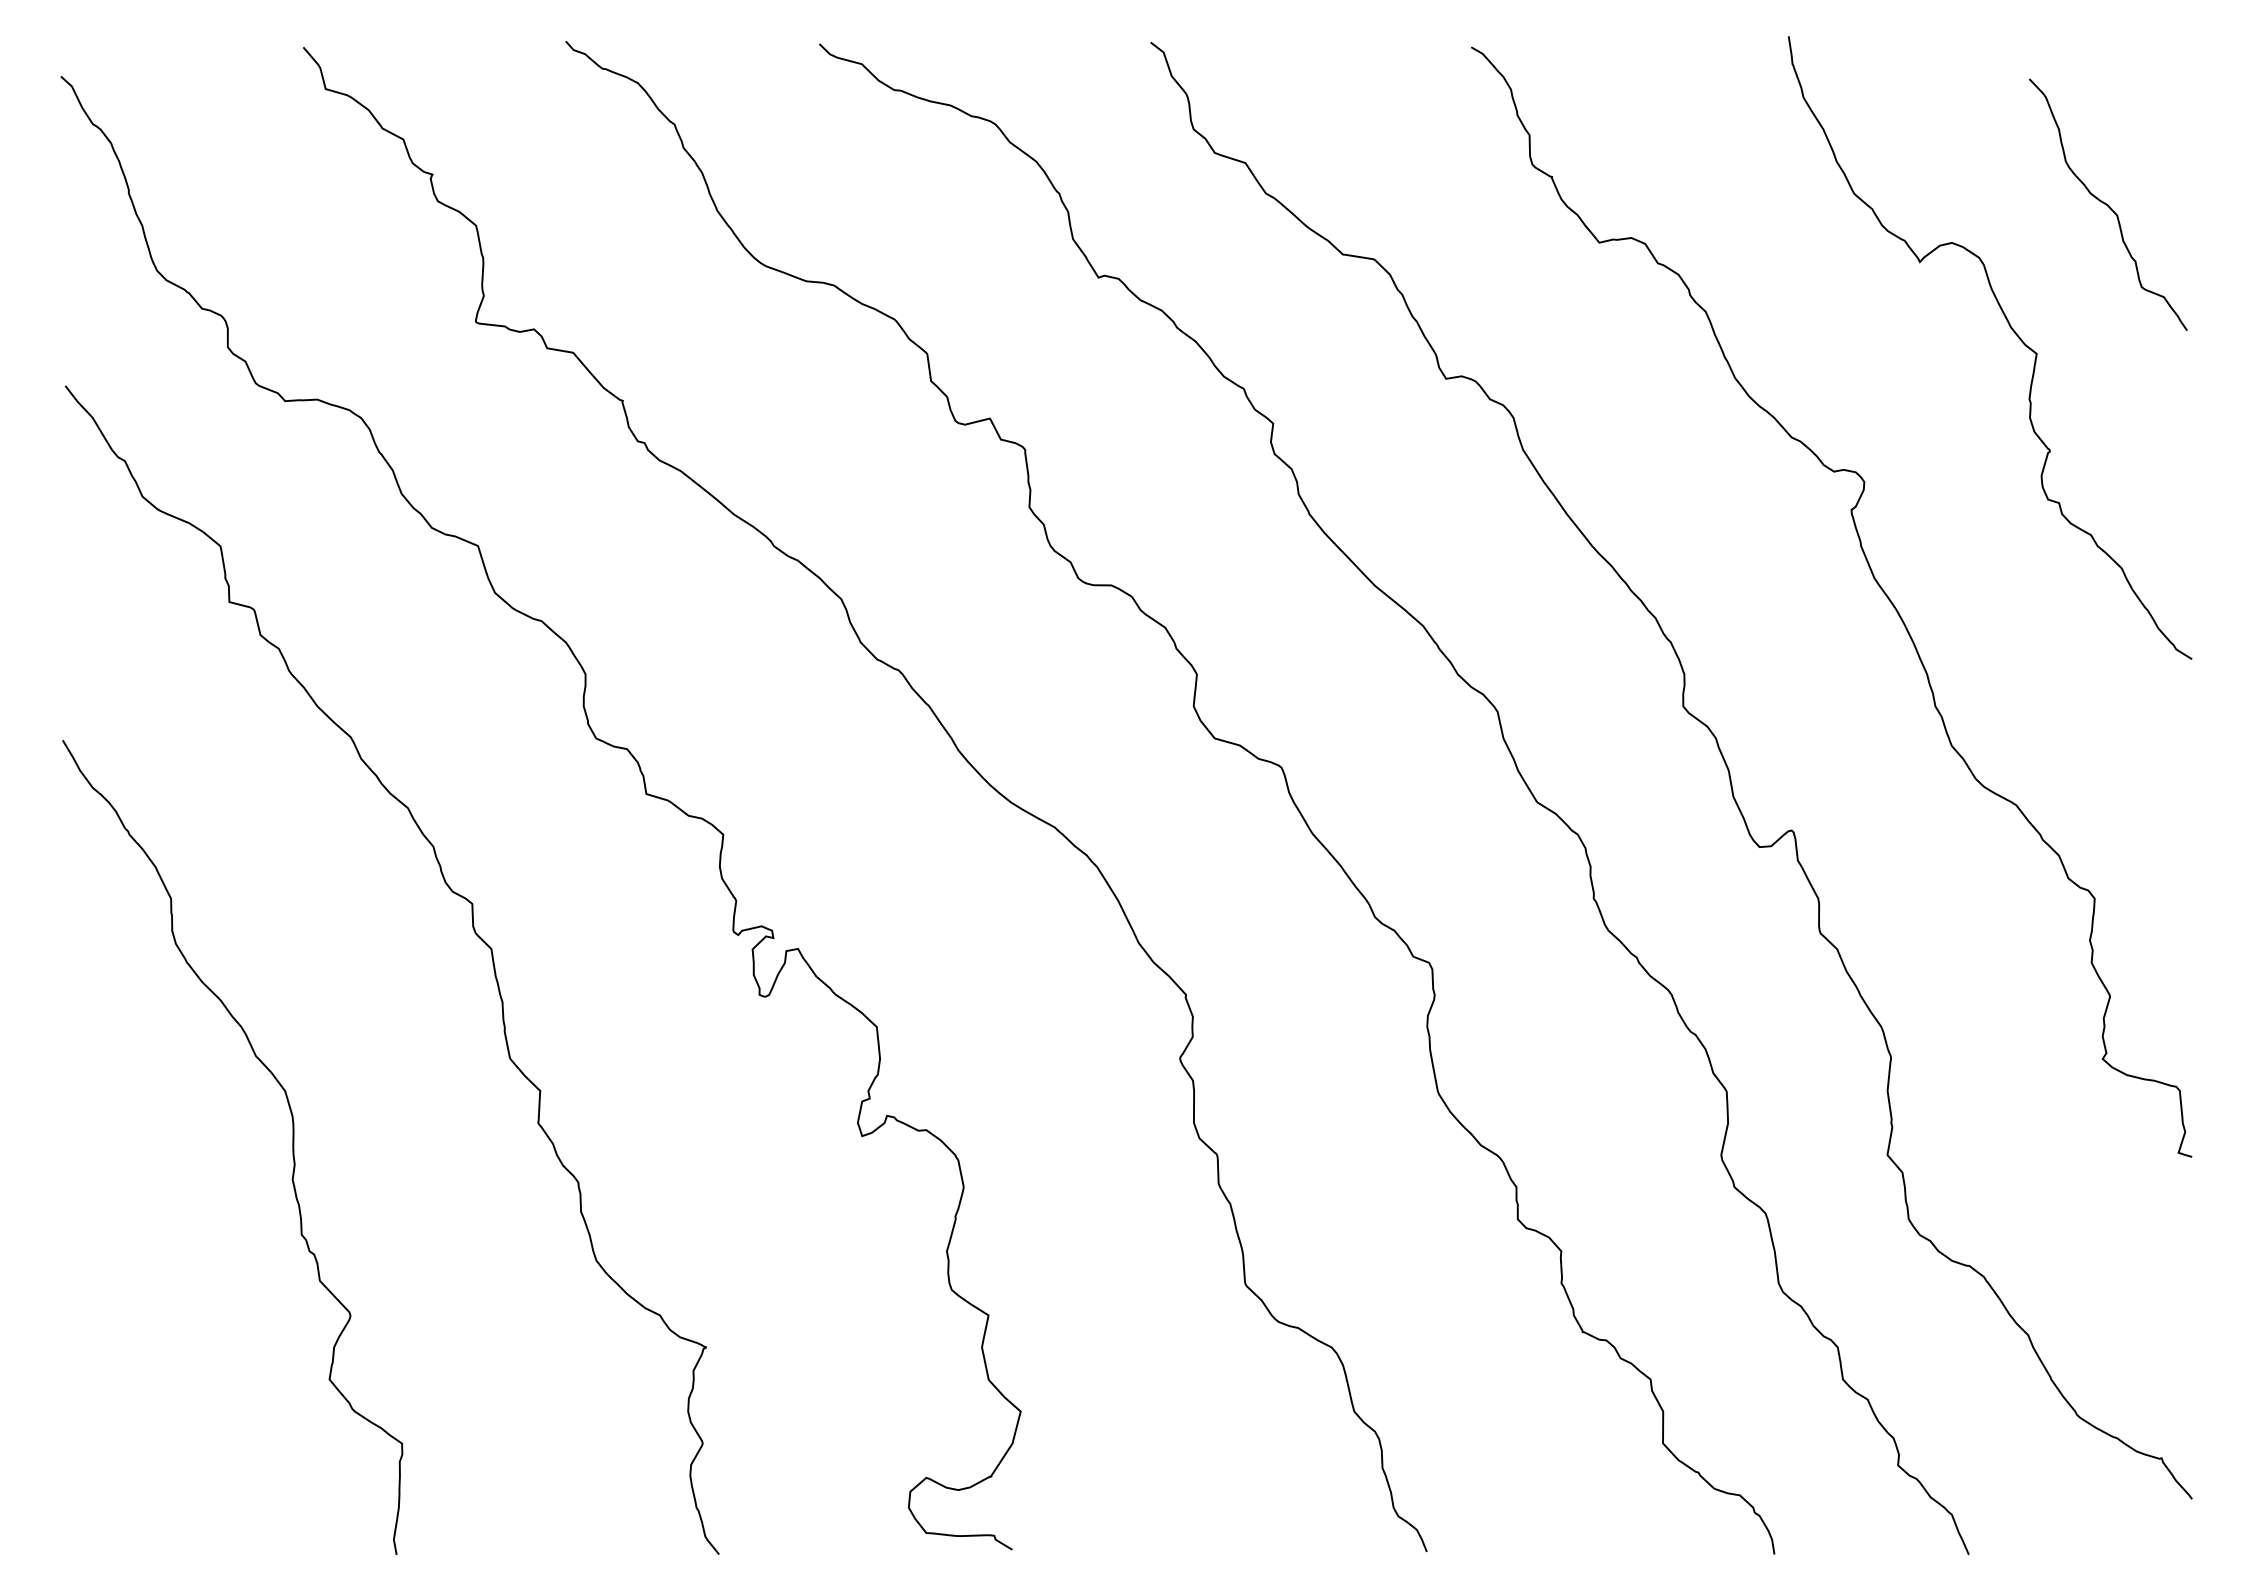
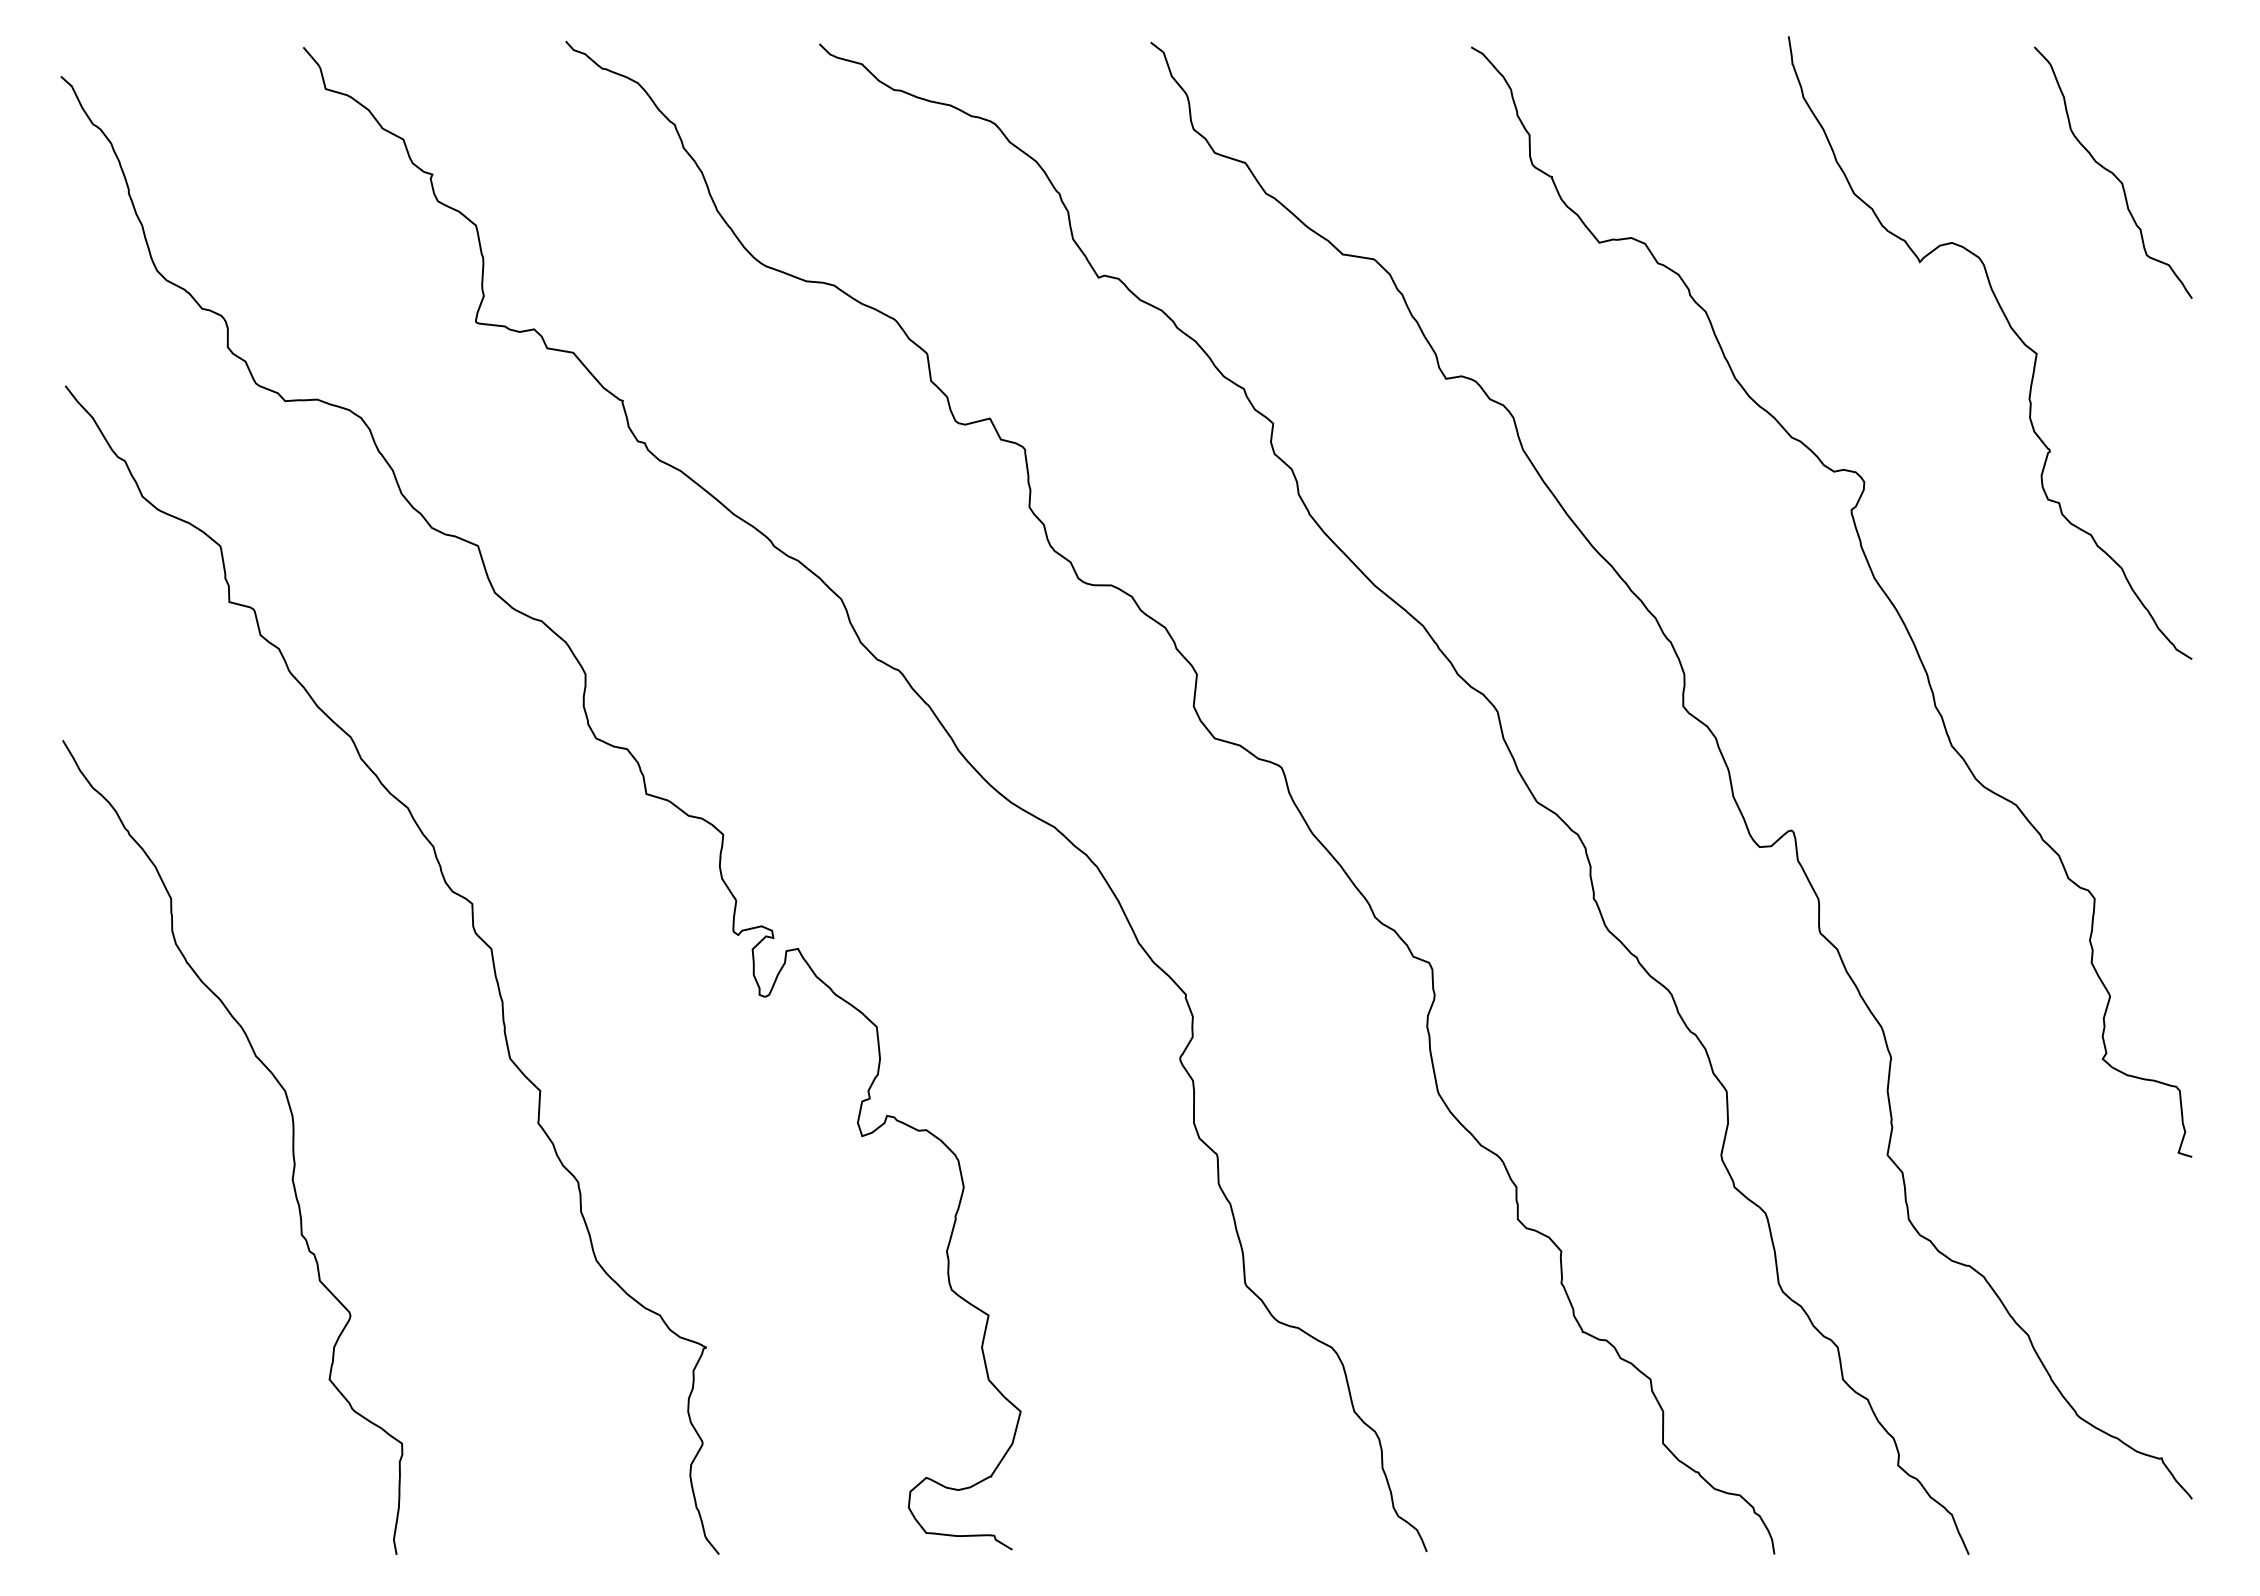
curve at (2108, 204) position: (2108, 204) -> (2113, 172)
